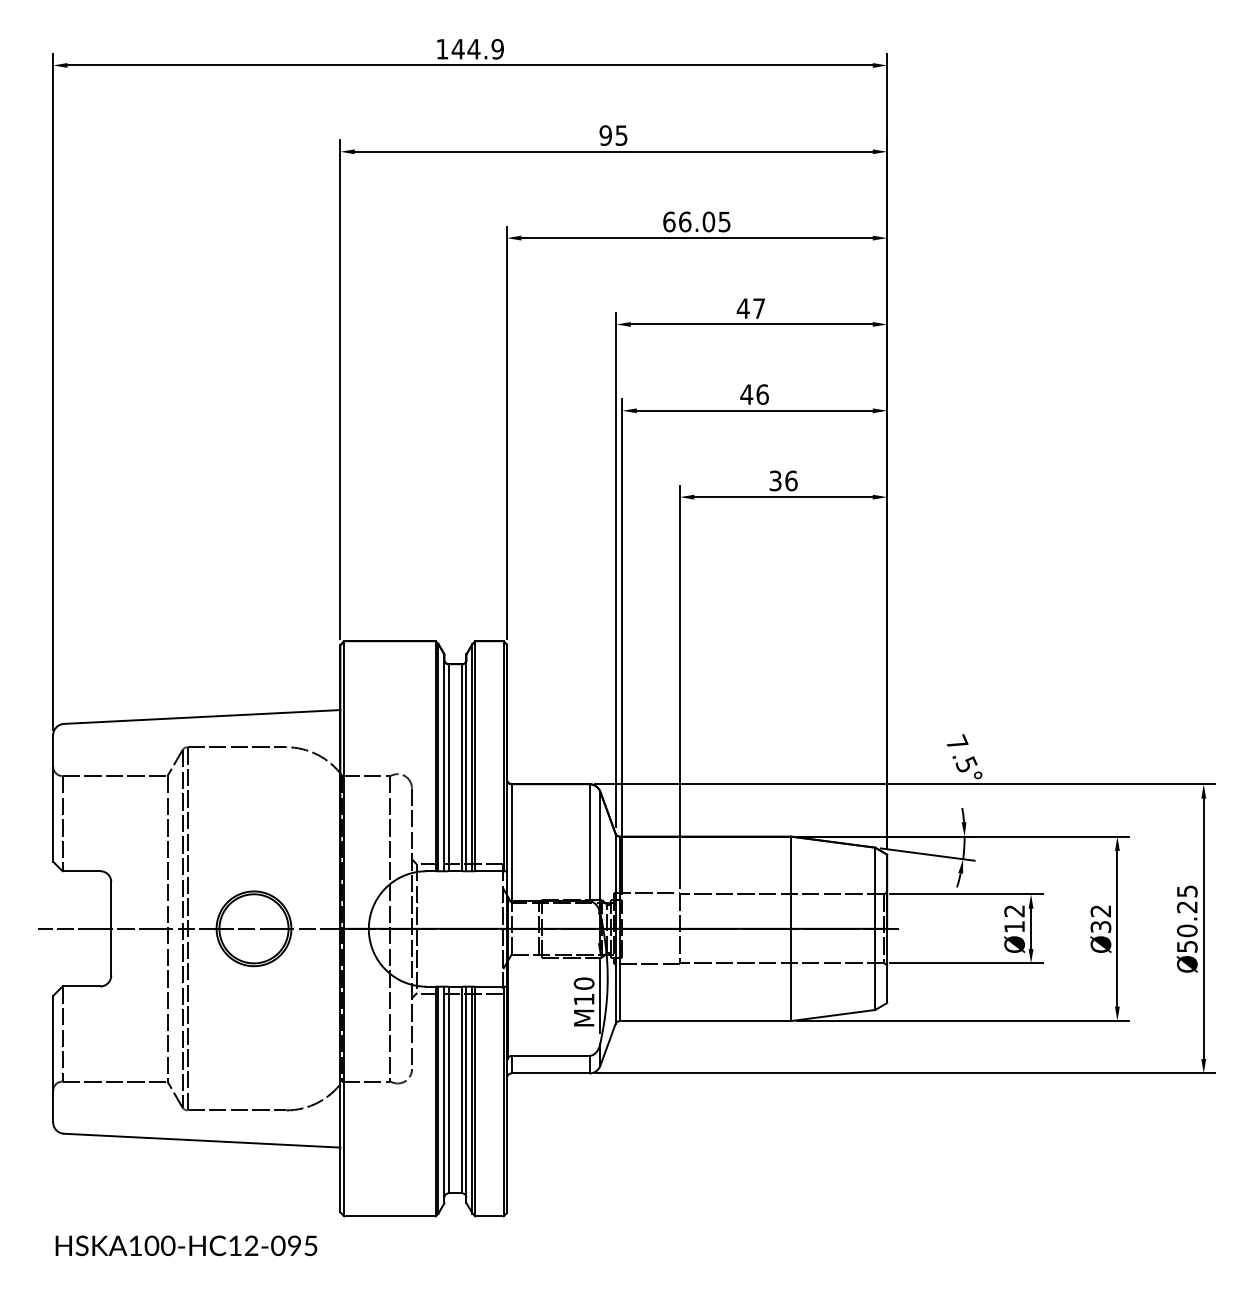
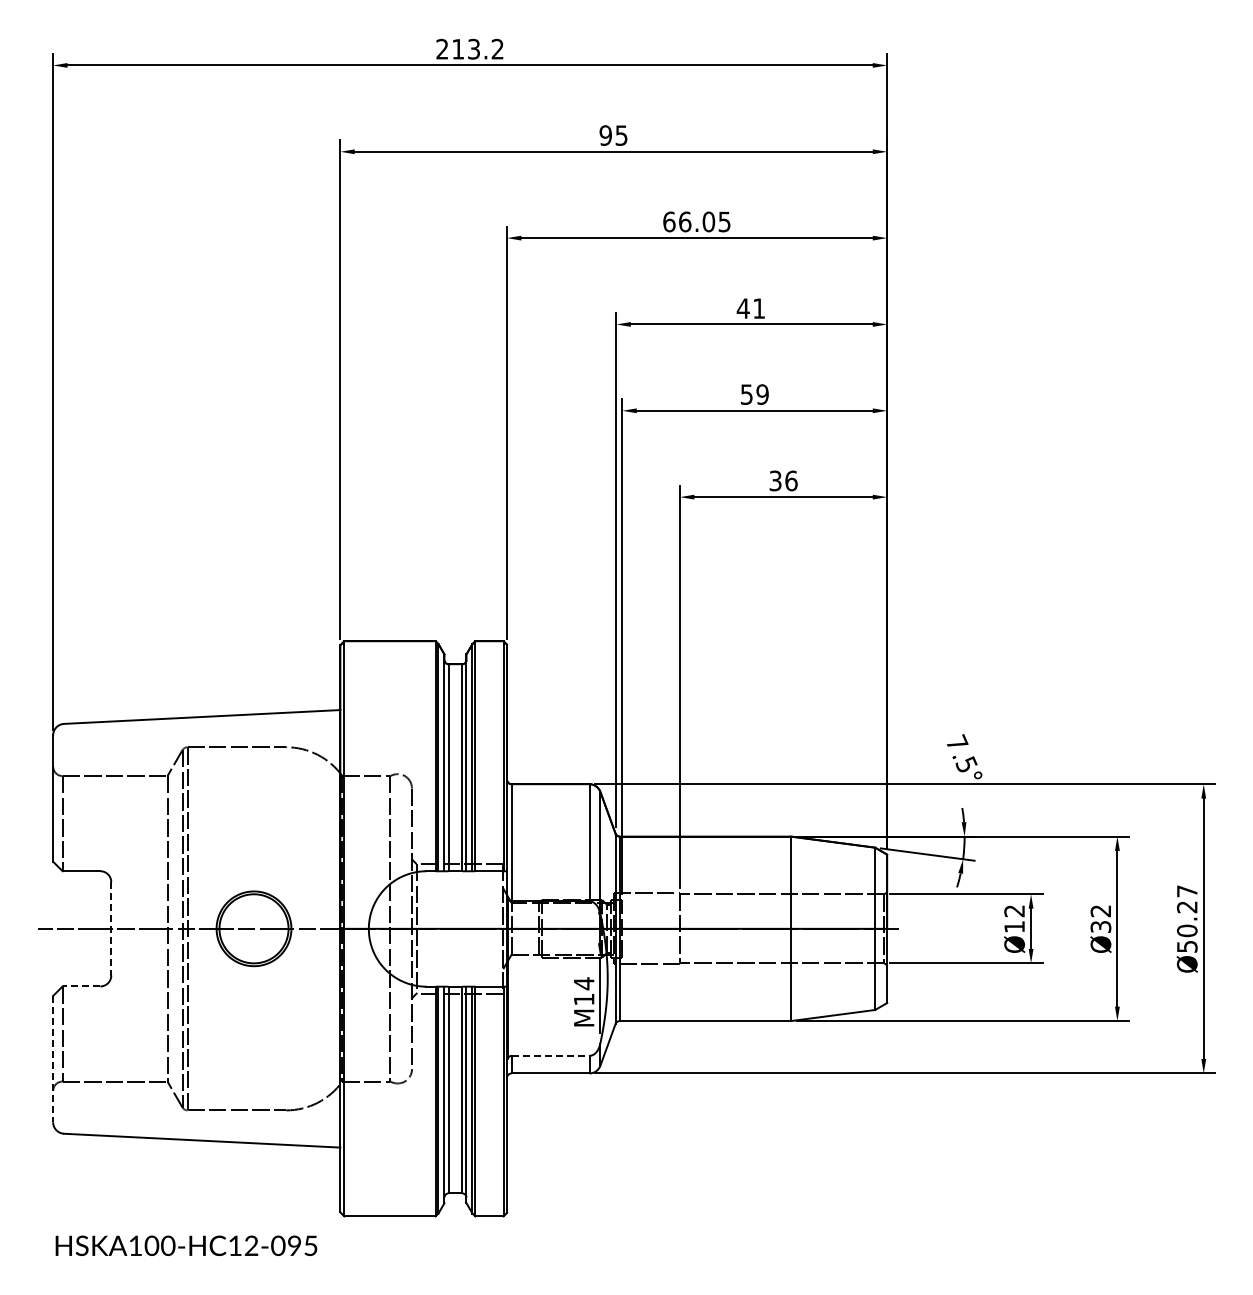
text at (469, 48): 144.9 -> 213.2
text at (758, 308): 47 -> 41
text at (754, 394): 46 -> 59
text at (1187, 891): Ø50.25 -> Ø50.27
line at (111, 928): solid -> dashed
text at (583, 983): M10 -> M14
line at (81, 986): solid -> dashed
line at (550, 1055): solid -> dashed
line at (53, 1059): solid -> dashed
